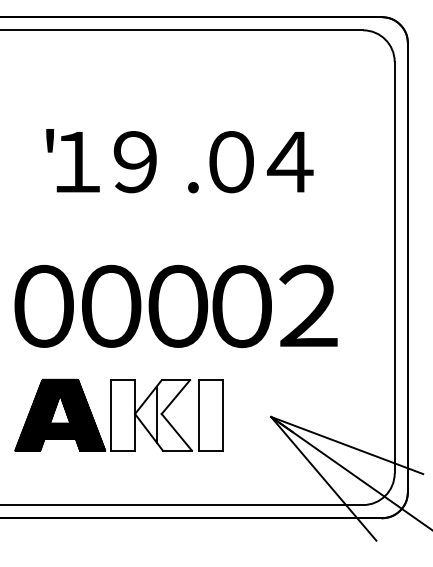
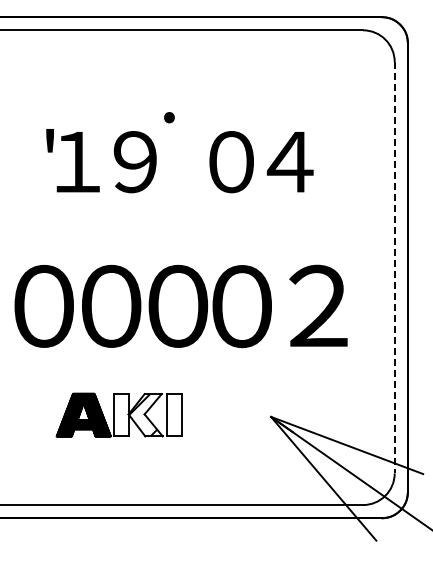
text at (193, 187) position: (193, 187) -> (169, 117)
line at (394, 267): solid -> dashed
text at (308, 305) position: (308, 305) -> (318, 305)
part at (118, 414) size: 210x74 px -> 128x46 px
